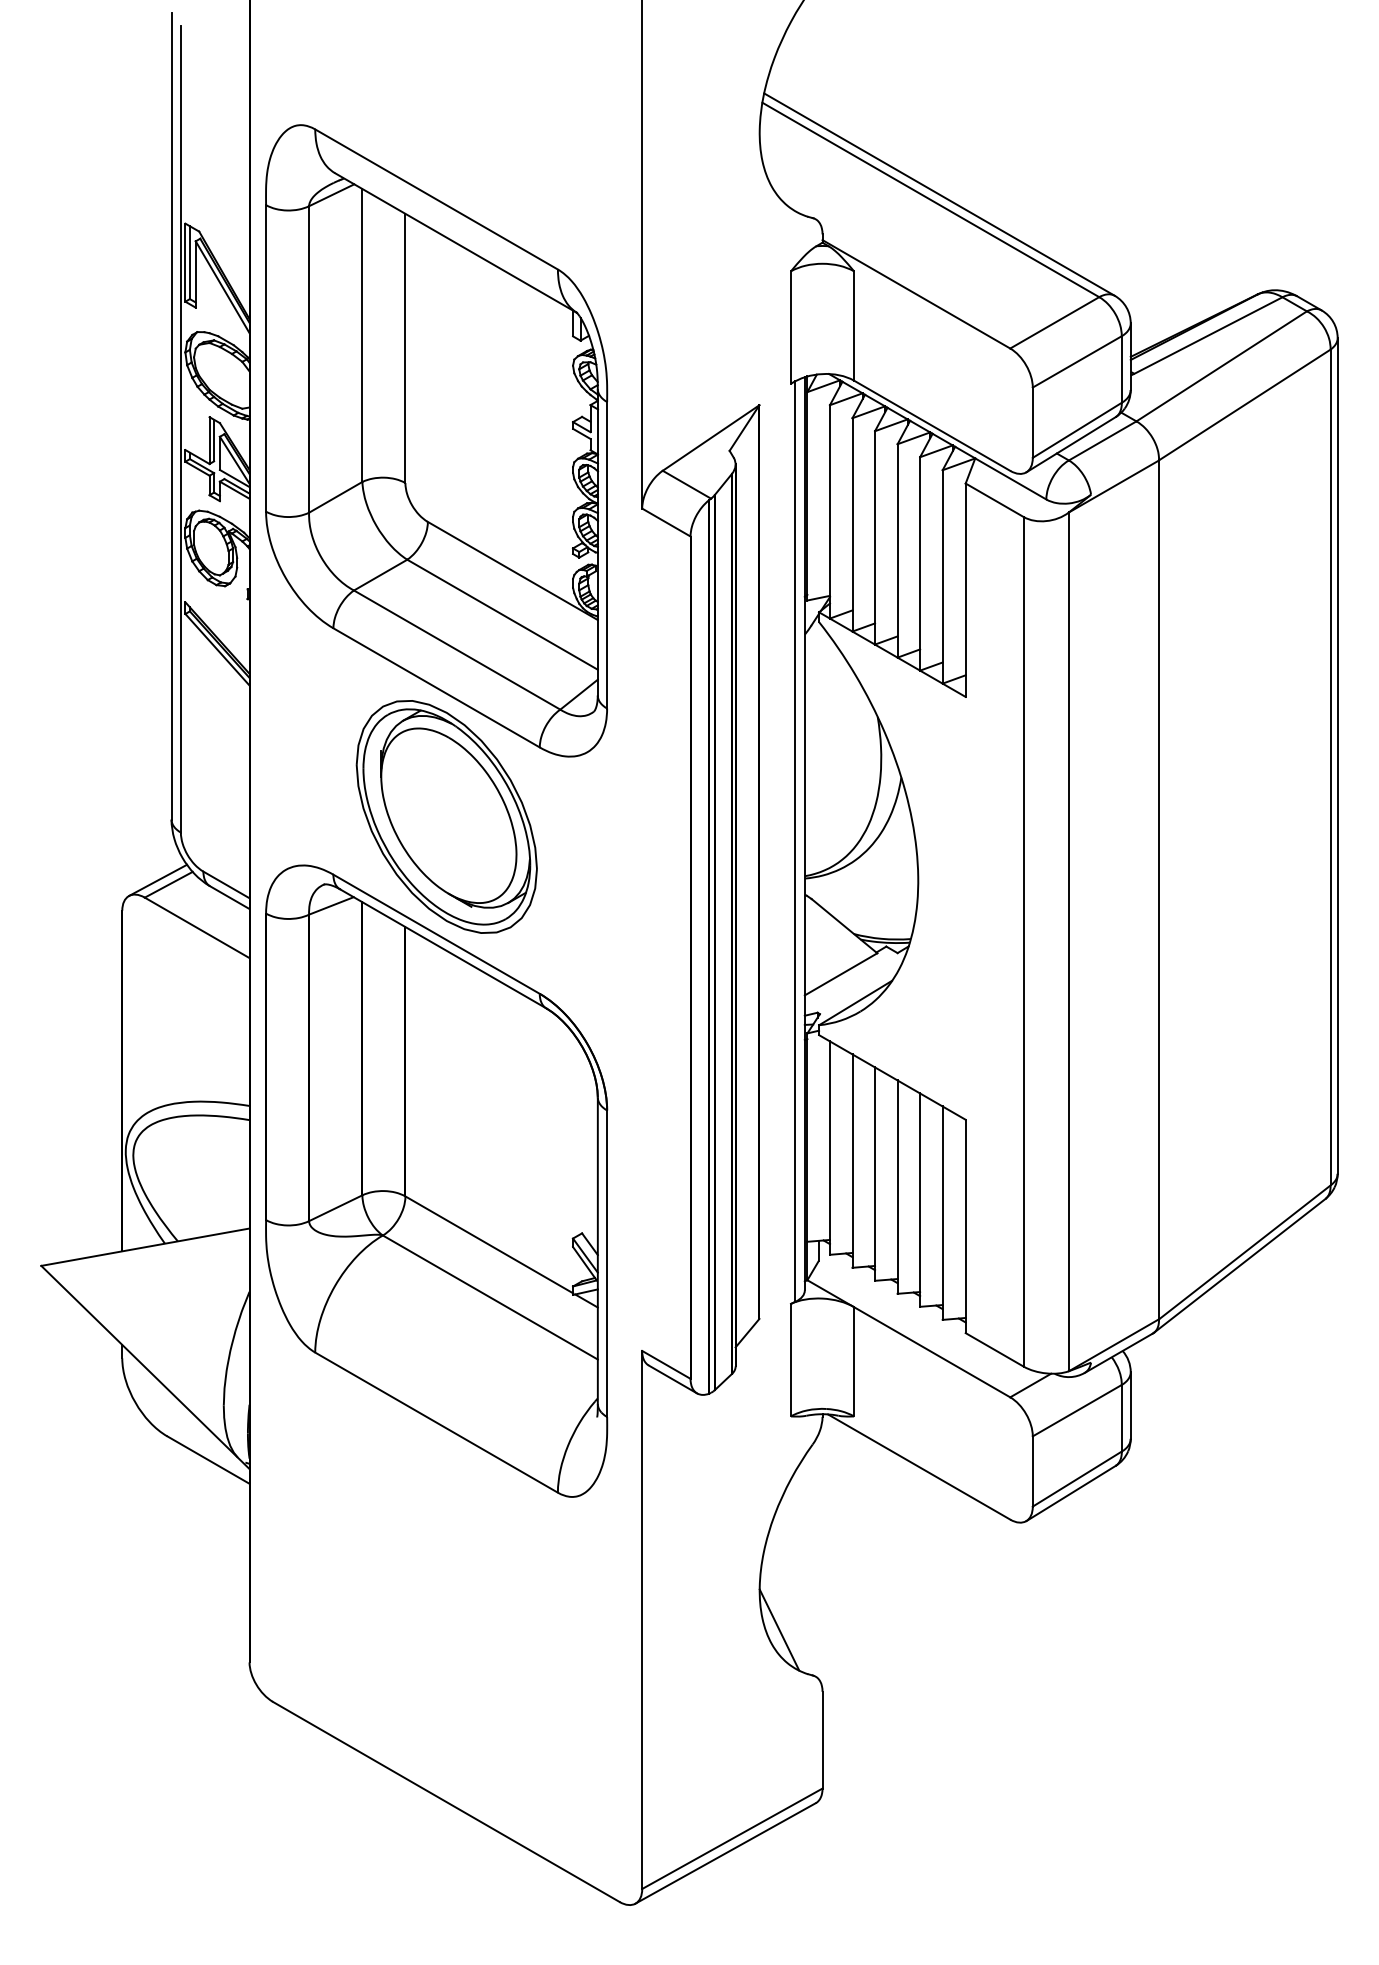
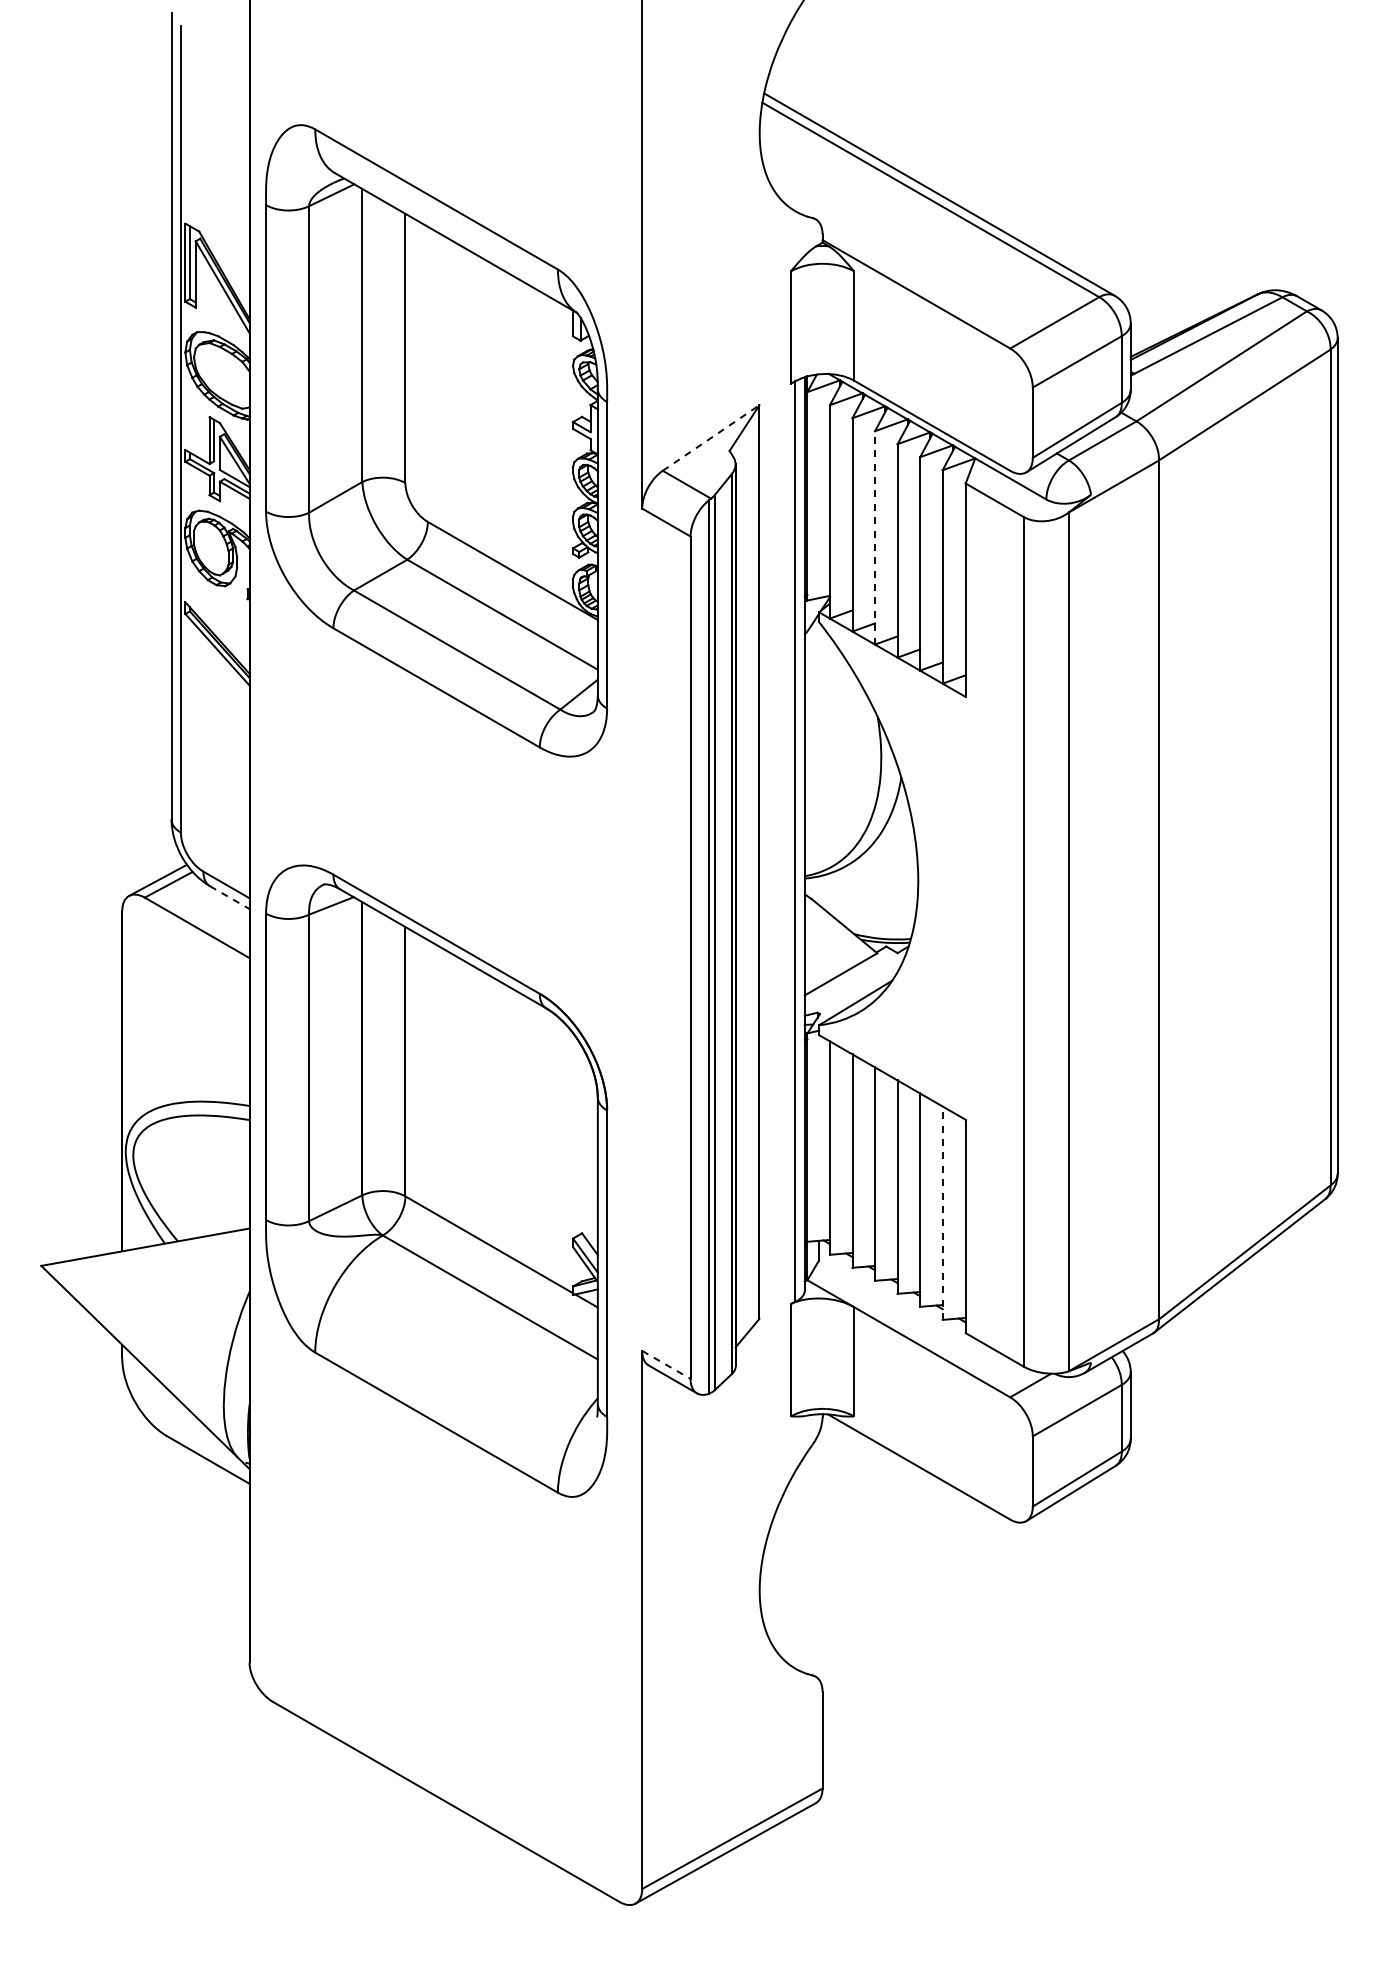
line at (711, 437): solid -> dashed
line at (875, 537): solid -> dashed
part at (446, 816): present -> none
line at (229, 897): solid -> dashed
line at (942, 1213): solid -> dashed
line at (666, 1364): solid -> dashed
line at (779, 1629): present -> none
